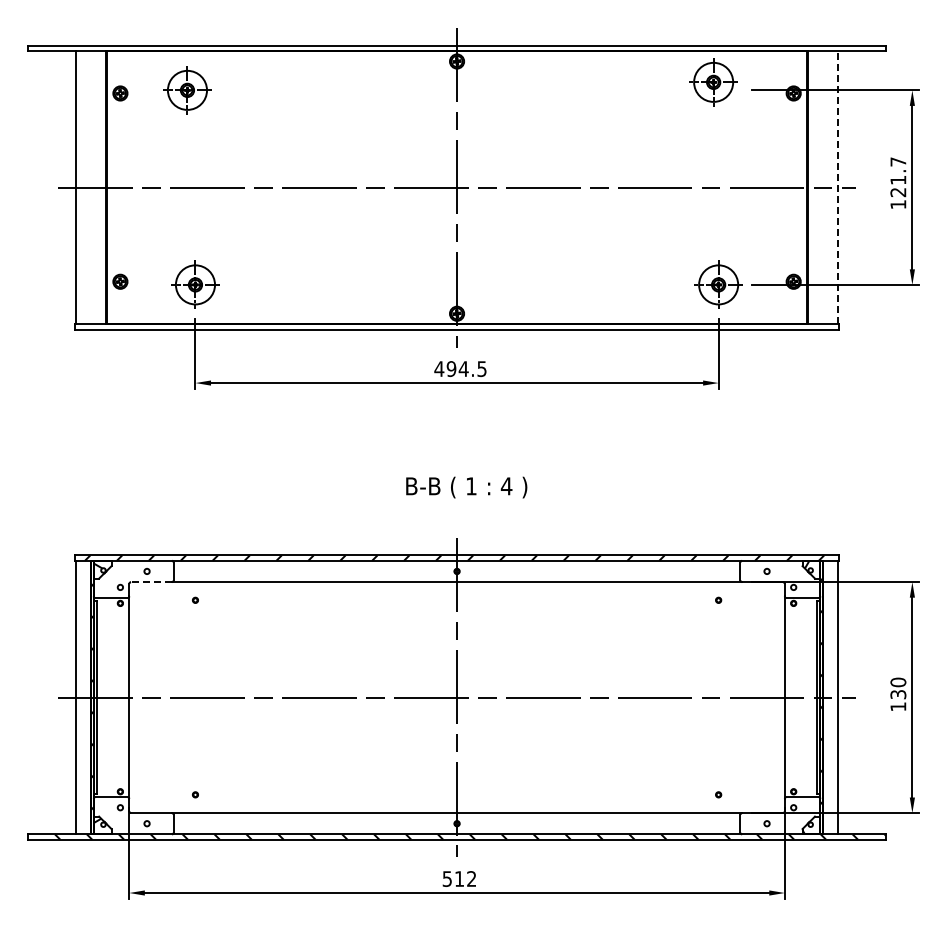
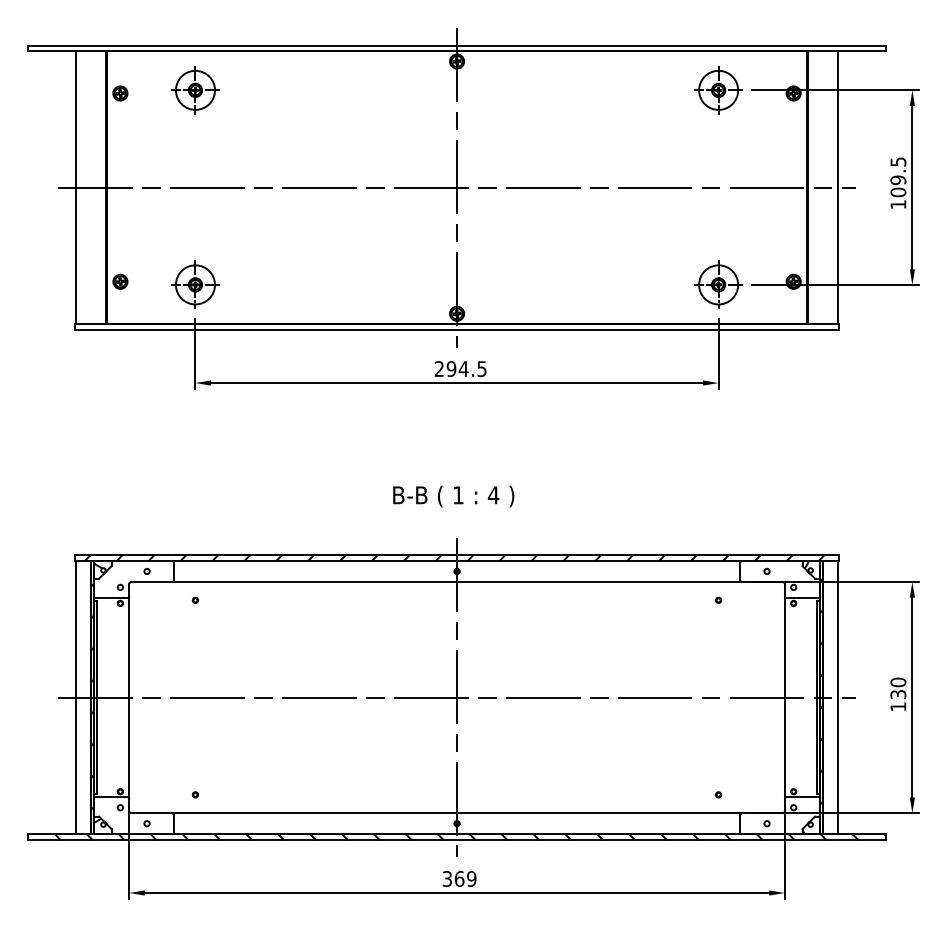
part at (713, 82) position: (713, 82) -> (718, 90)
part at (187, 90) position: (187, 90) -> (195, 90)
text at (898, 177): 121.7 -> 109.5
line at (838, 187): dashed -> solid
text at (439, 368): 494.5 -> 294.5
text at (466, 487) position: (466, 487) -> (453, 496)
line at (151, 582): dashed -> solid
text at (459, 878): 512 -> 369
